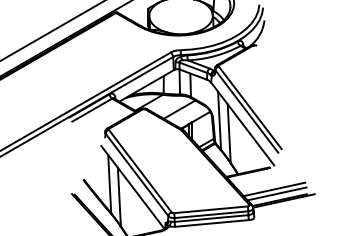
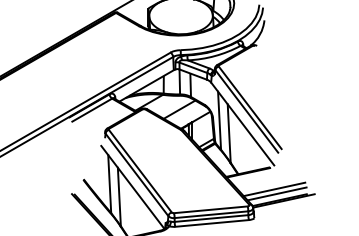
line at (52, 30): present -> none
